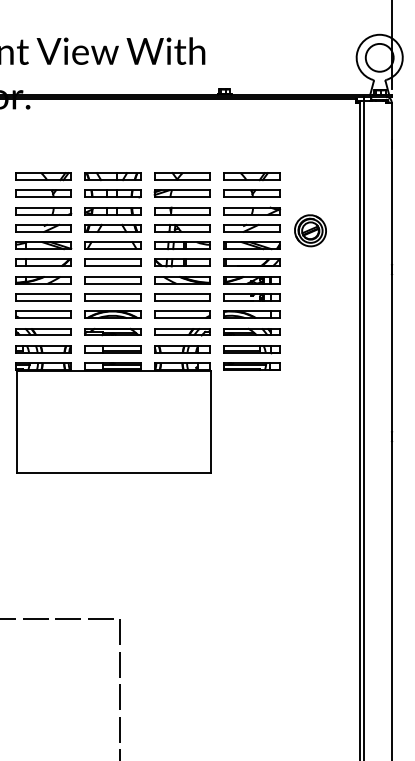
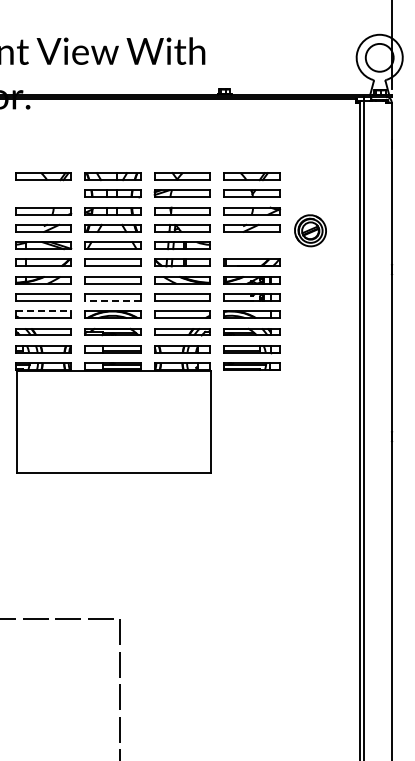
part at (43, 193): present -> none
part at (251, 245): present -> none
line at (112, 300): solid -> dashed
line at (43, 311): solid -> dashed
